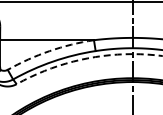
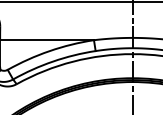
arc at (49, 51): dashed -> solid
arc at (87, 58): dashed -> solid
